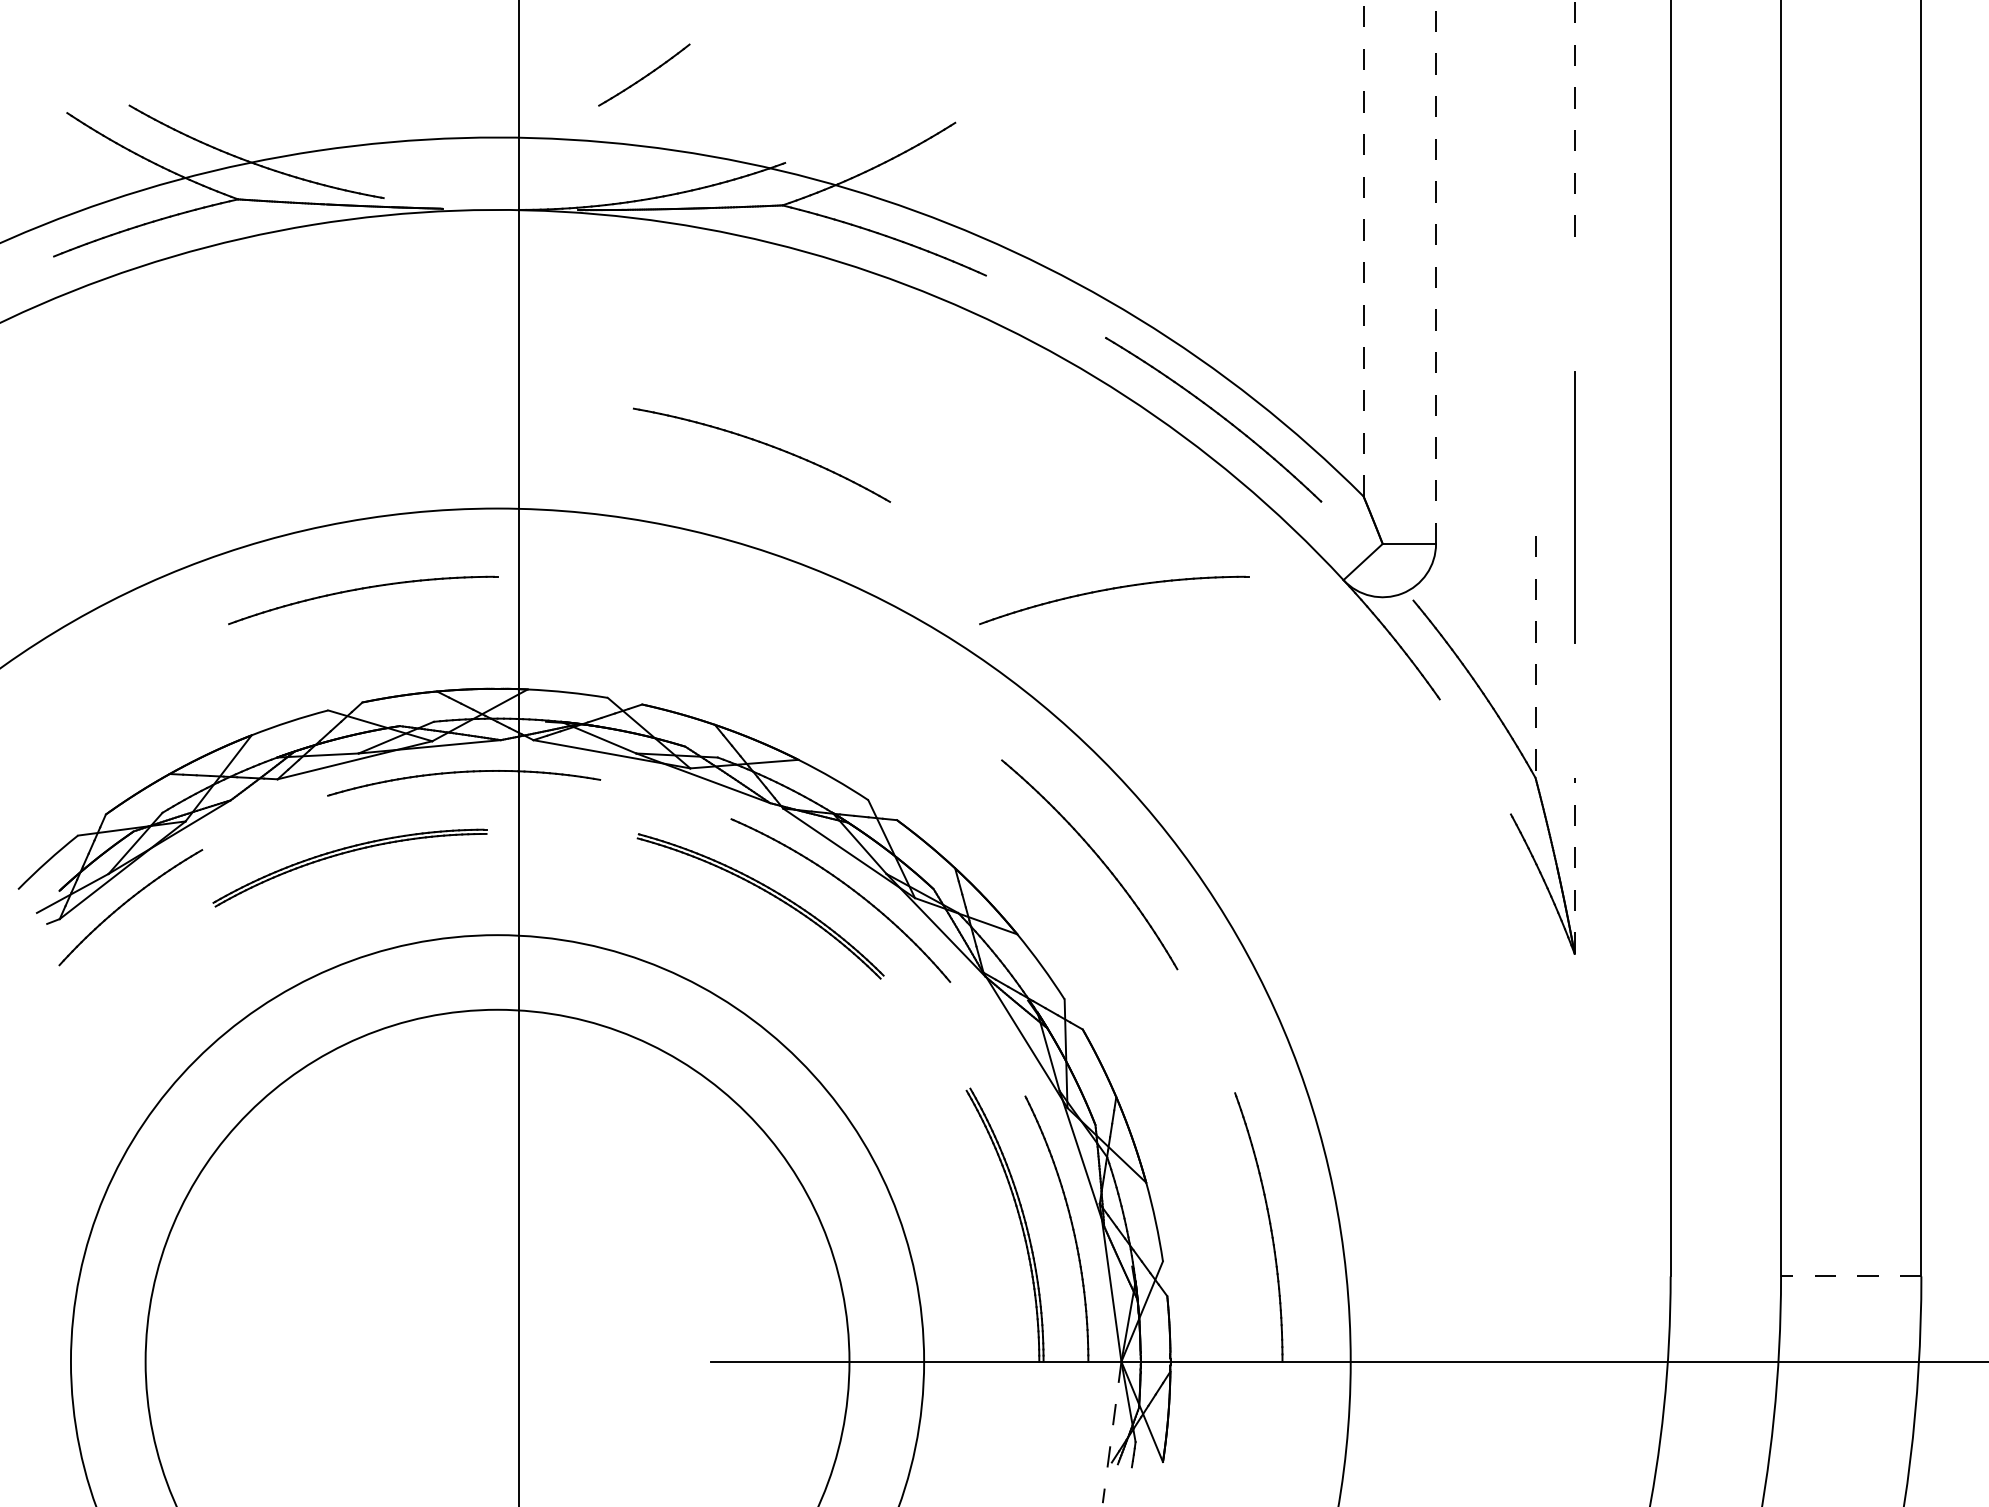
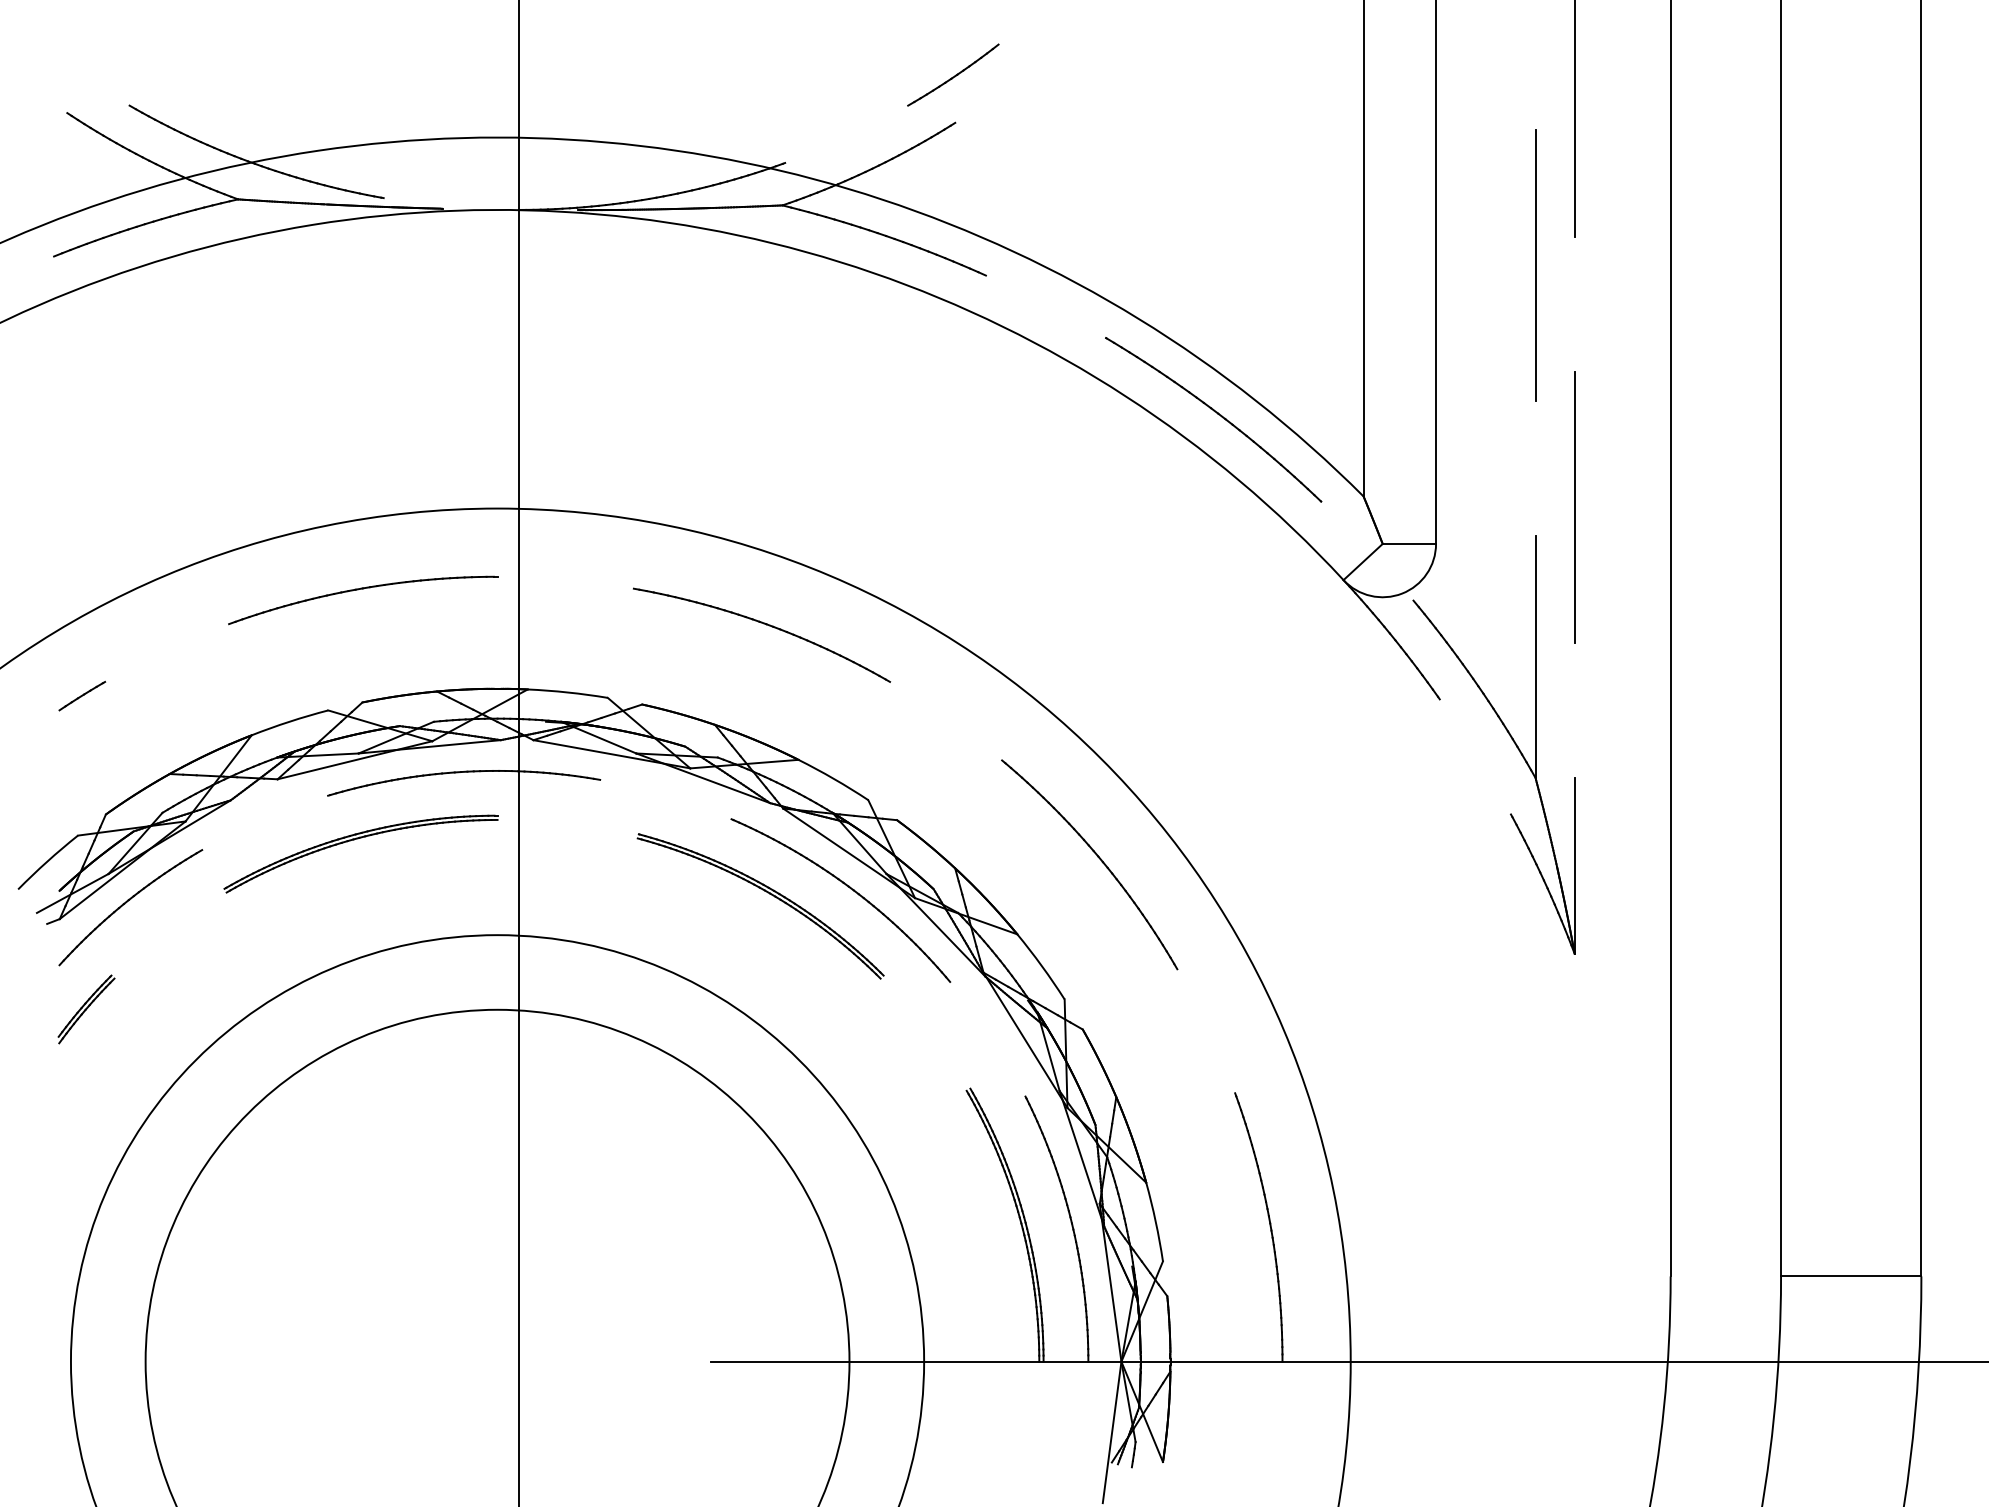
part at (644, 74) position: (644, 74) -> (953, 74)
line at (1574, 118): dashed -> solid
line at (1363, 248): dashed -> solid
line at (1535, 264): none -> present
line at (1436, 272): dashed -> solid
part at (766, 445) position: (766, 445) -> (766, 625)
part at (1114, 589): present -> none
line at (1535, 656): dashed -> solid
line at (82, 695): none -> present
part at (347, 853) position: (347, 853) -> (358, 839)
line at (1574, 866): dashed -> solid
part at (86, 1009): none -> present
line at (1850, 1276): dashed -> solid
line at (1112, 1432): dashed -> solid
